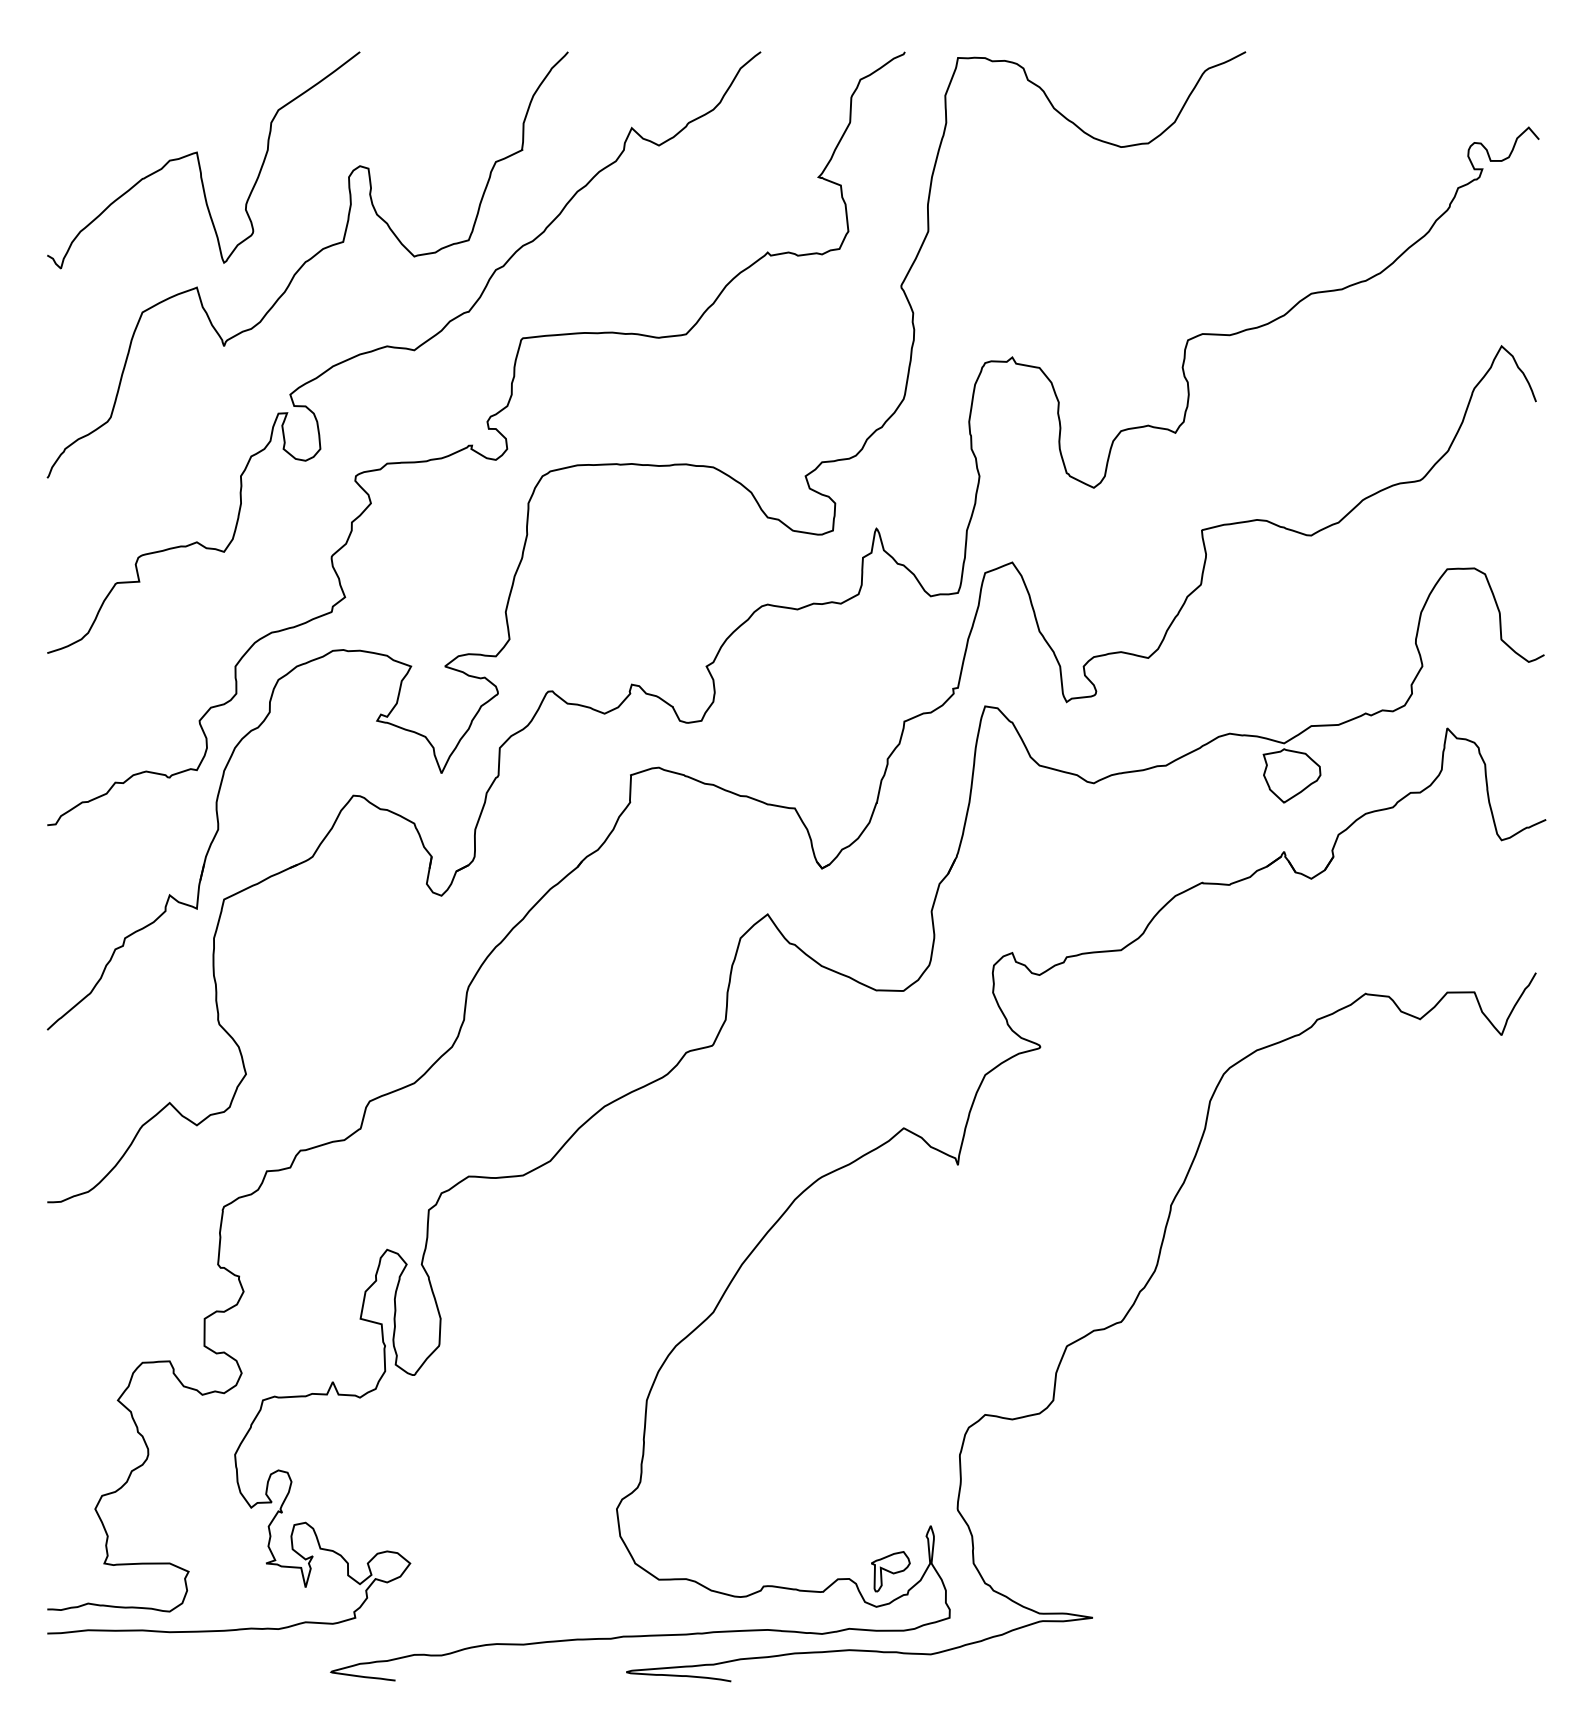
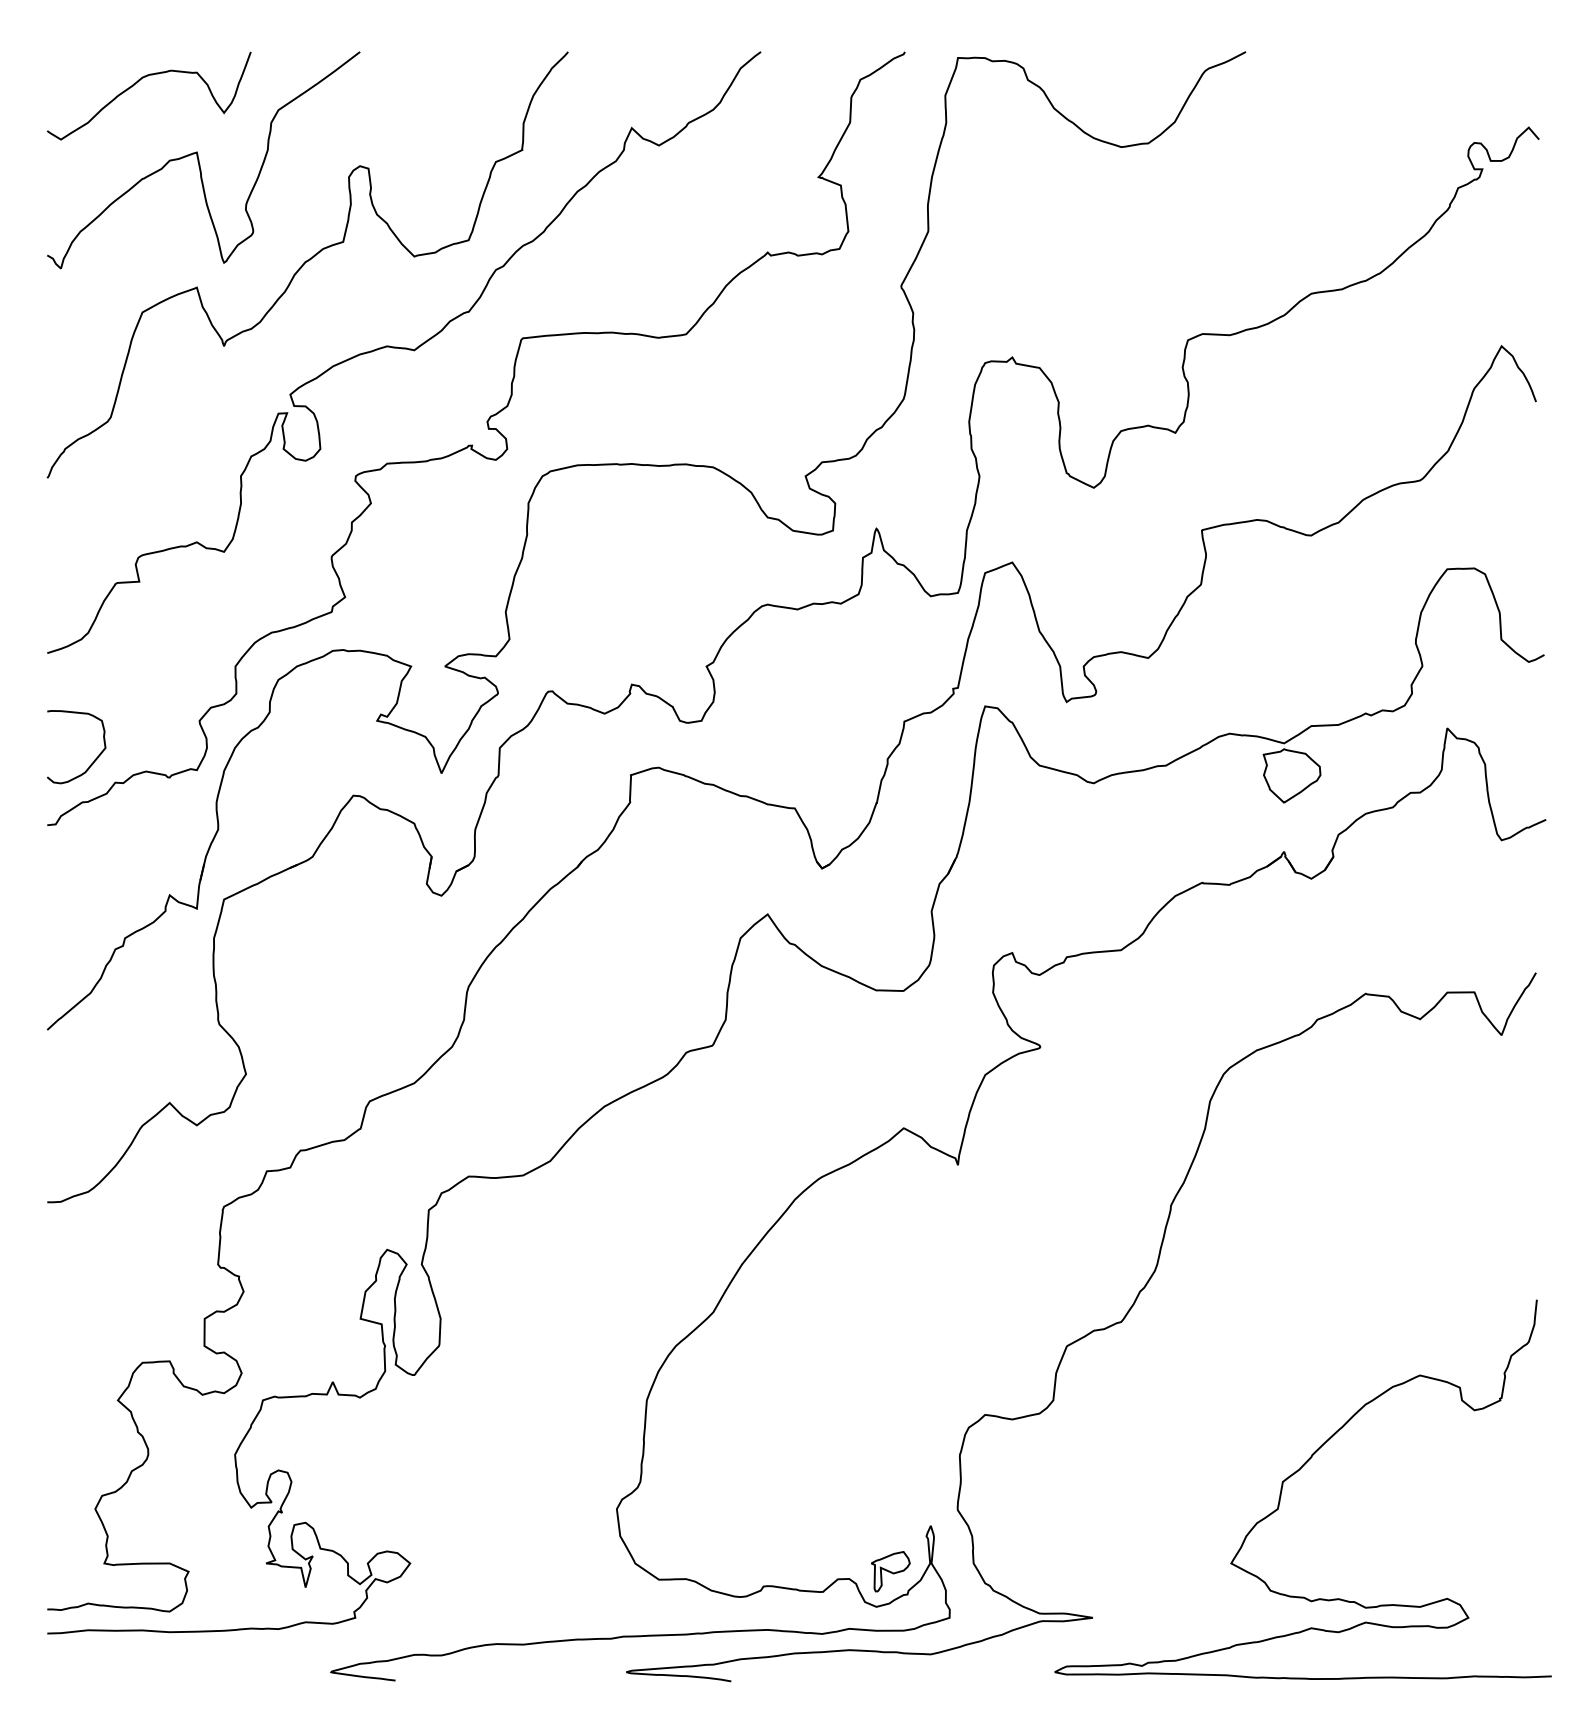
curve at (137, 83): none -> present
part at (94, 759): none -> present
curve at (1293, 1475): none -> present
